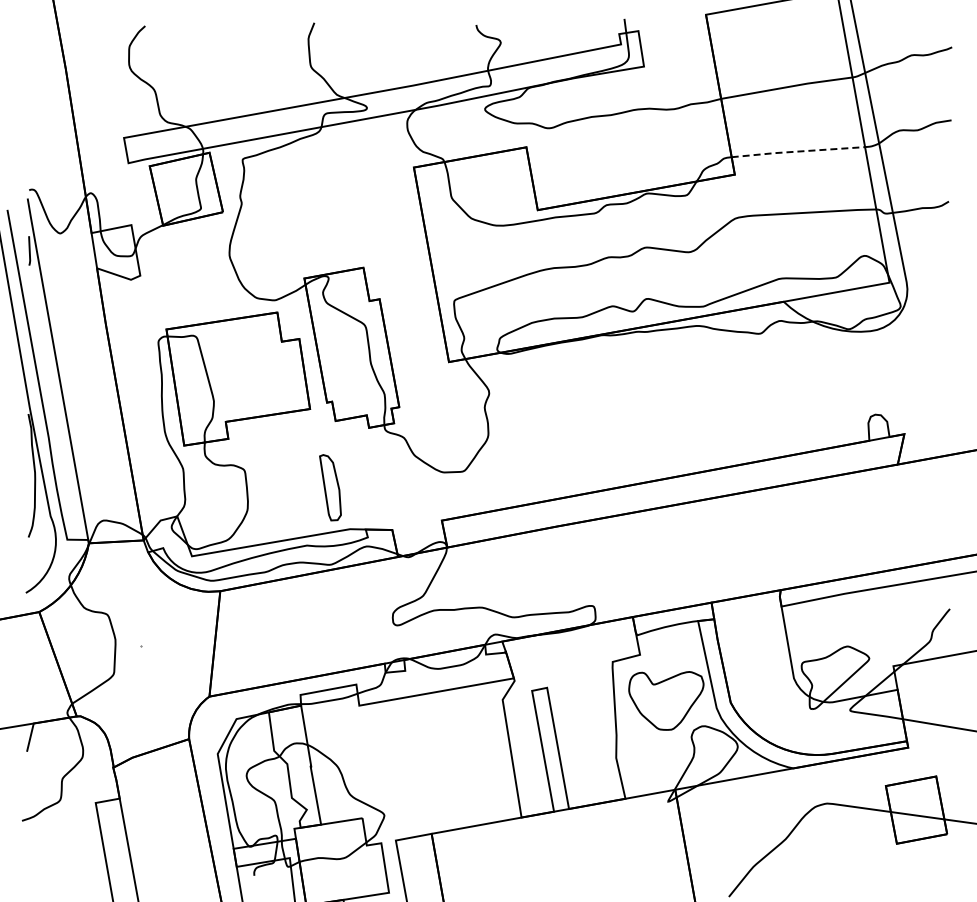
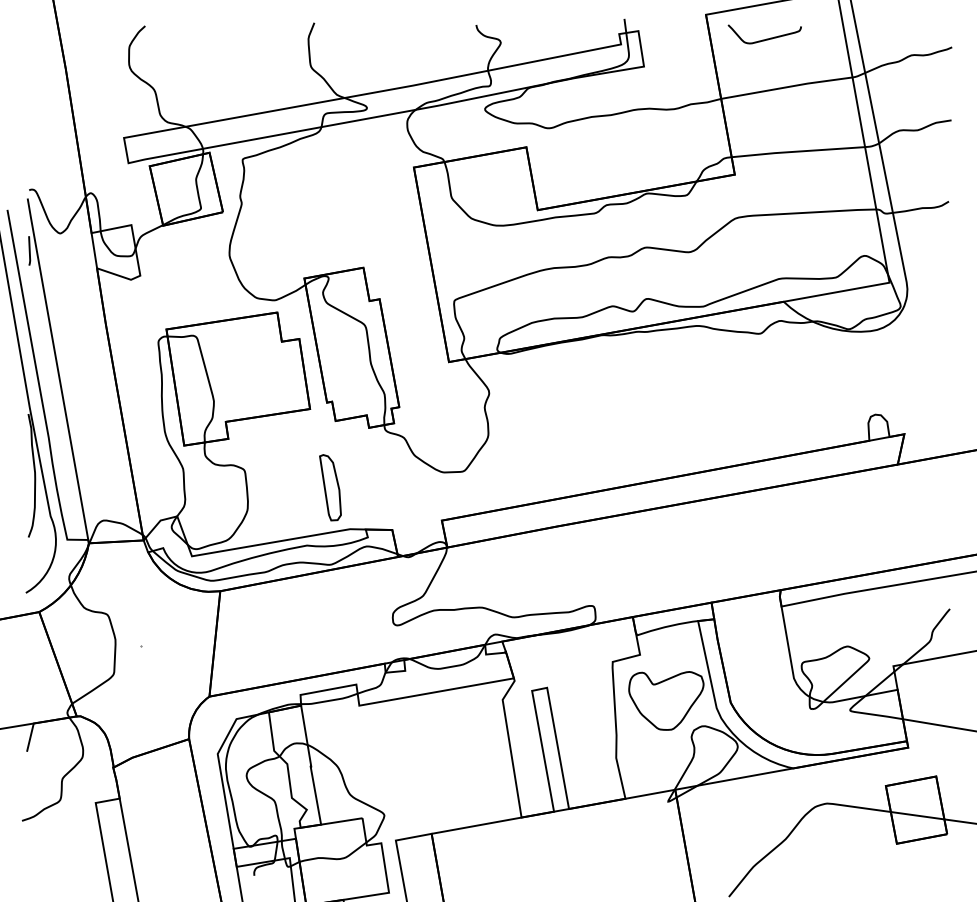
curve at (766, 38): none -> present
line at (797, 151): dashed -> solid
